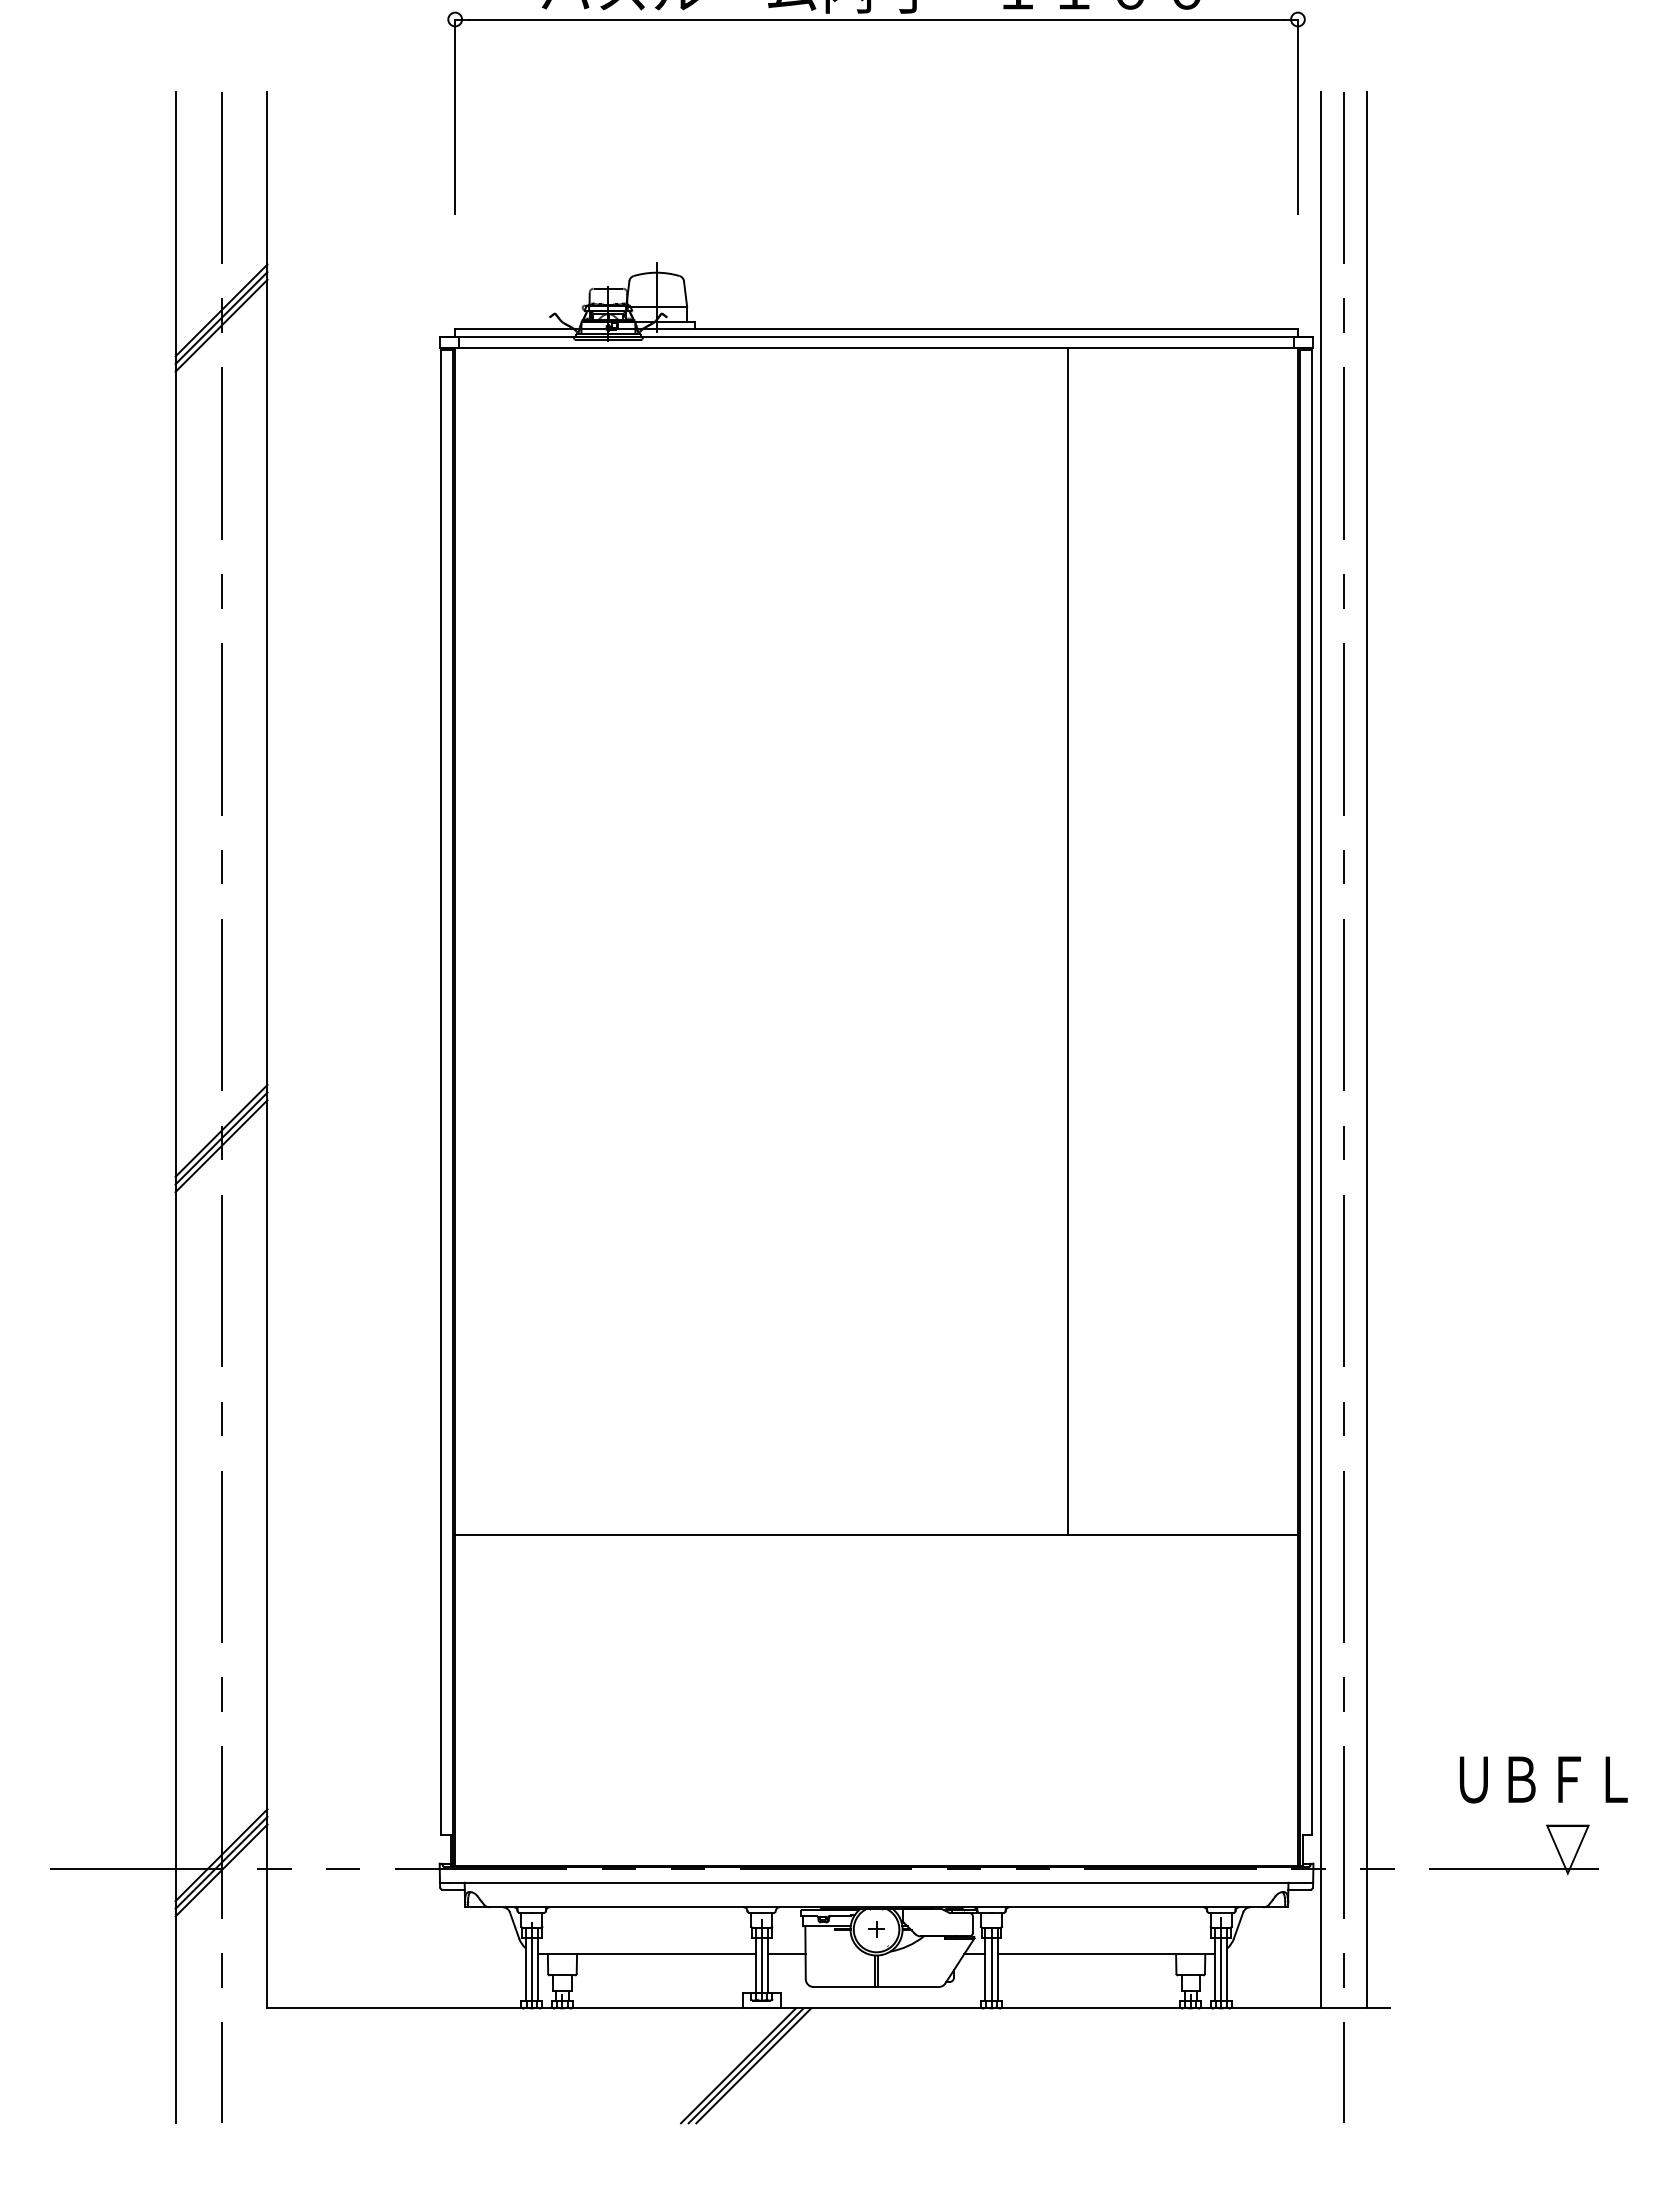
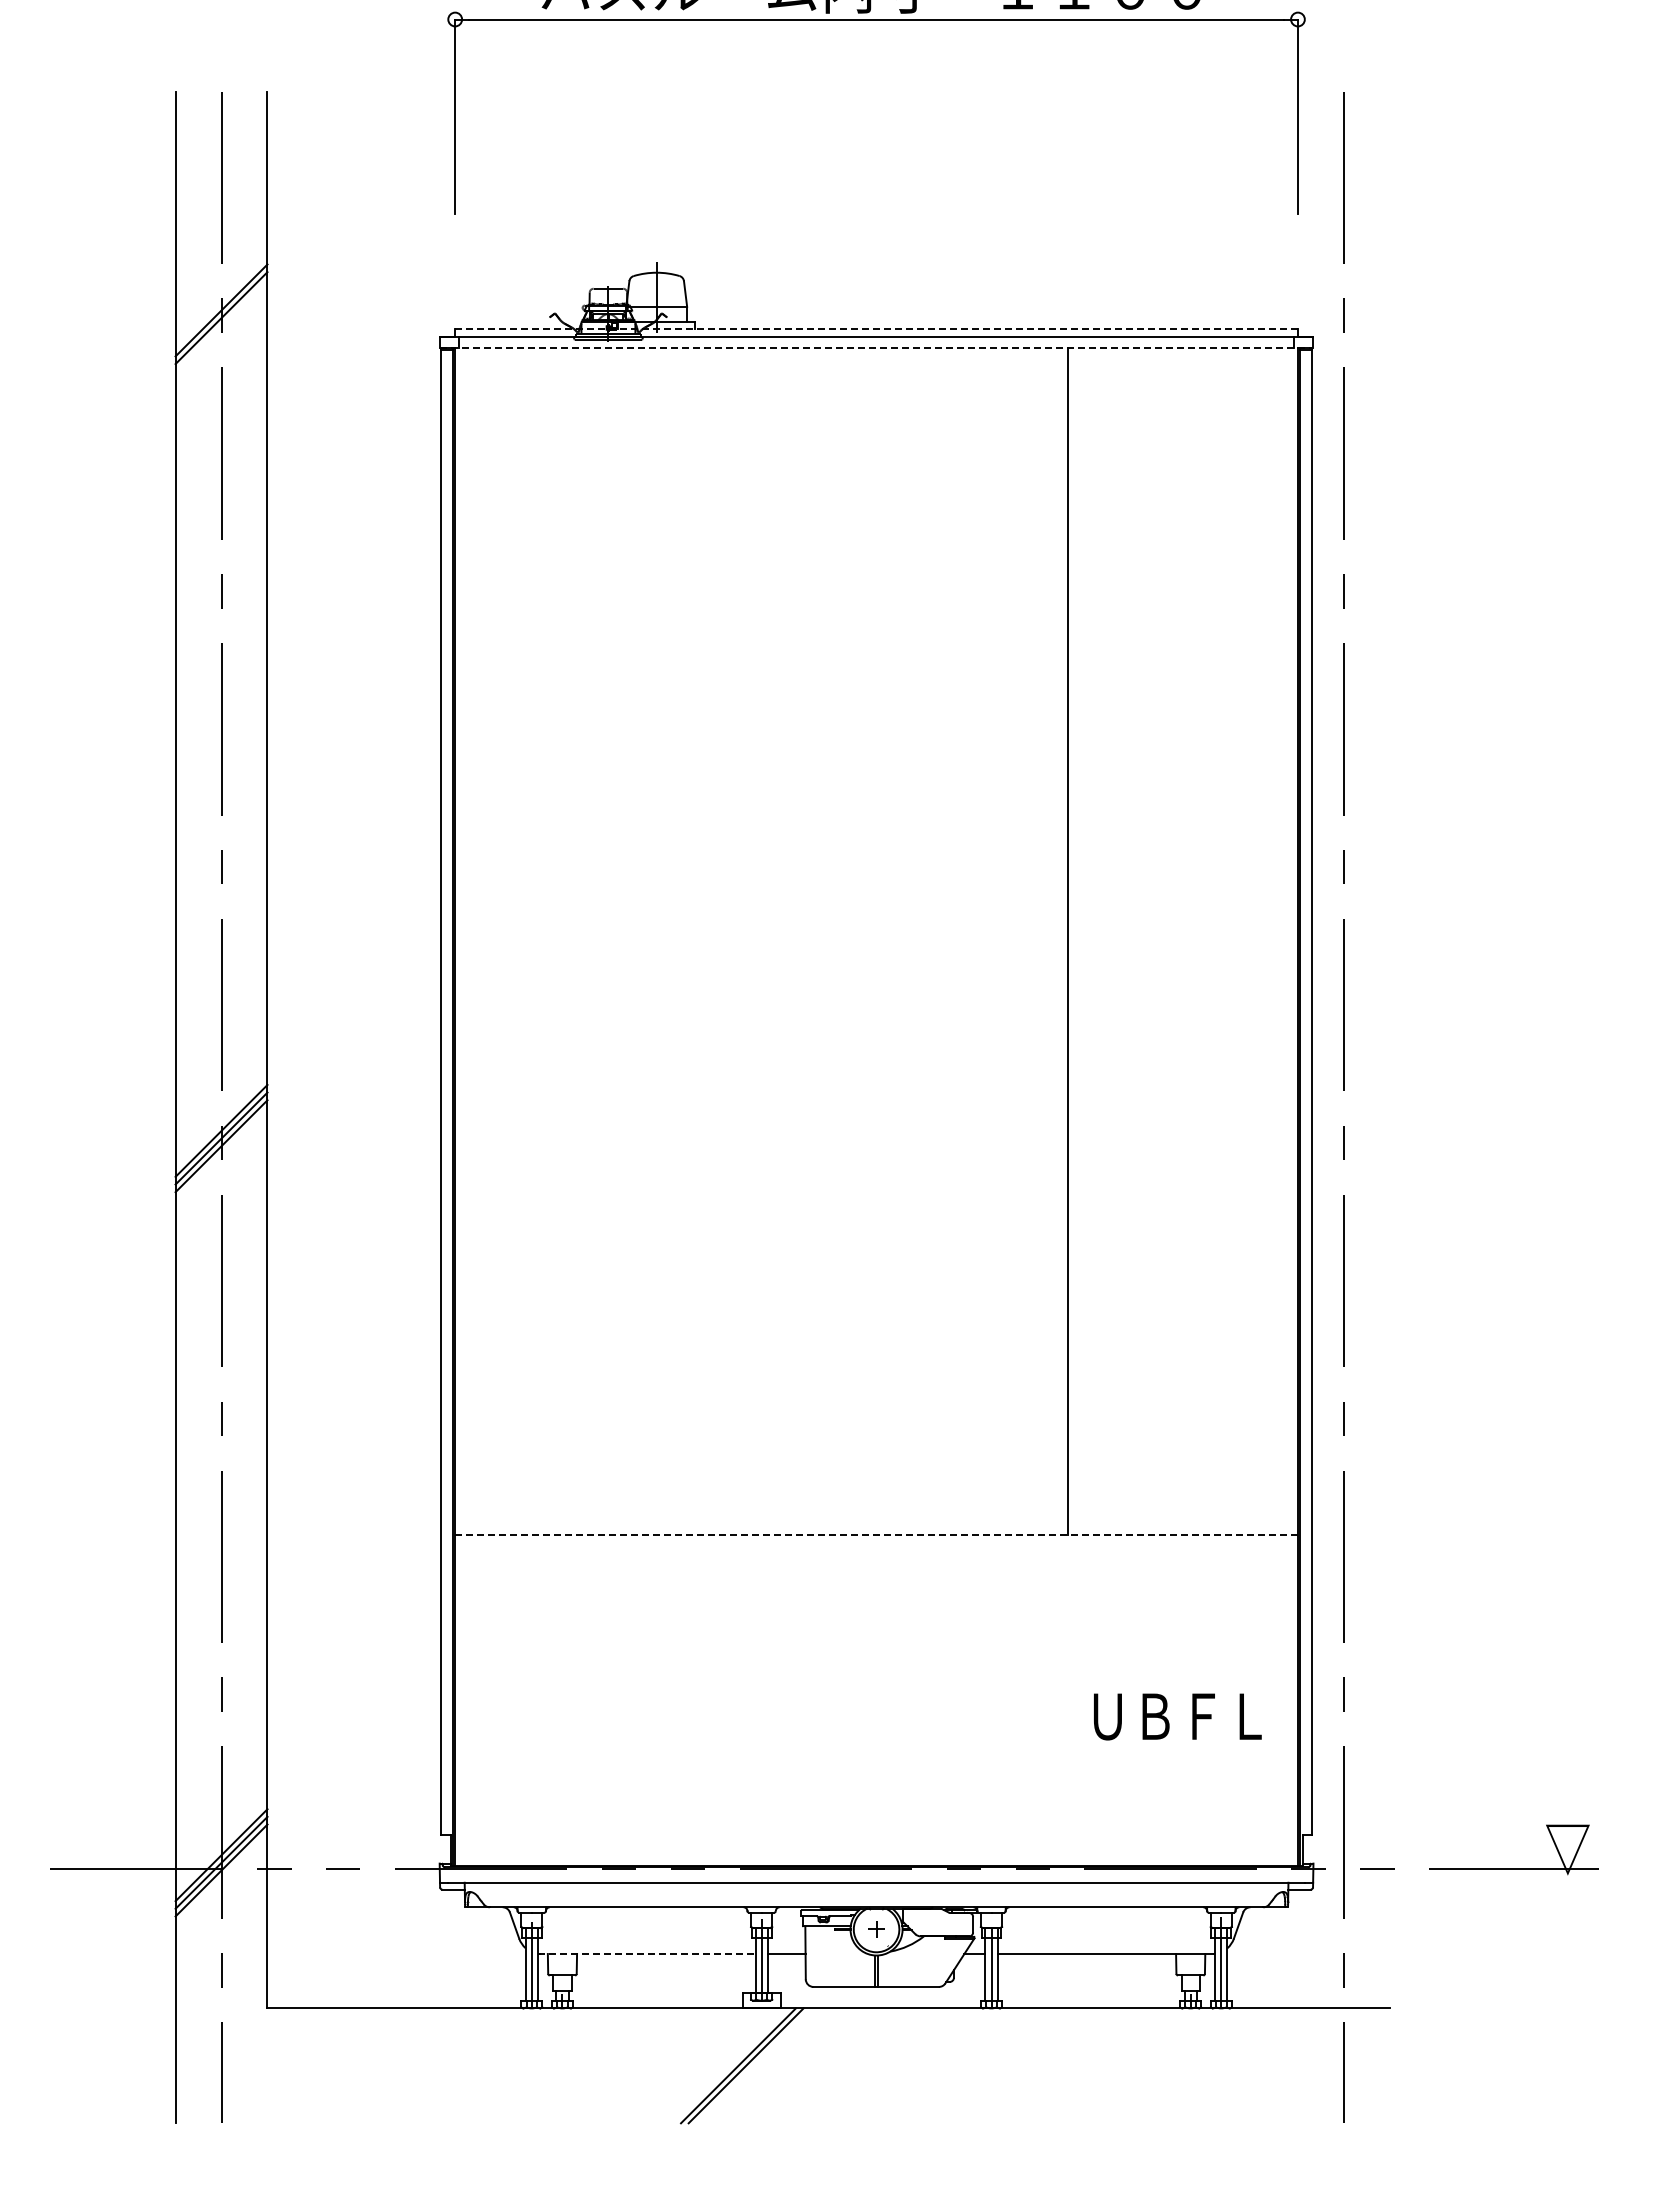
line at (221, 325): present -> none
line at (877, 329): solid -> dashed
line at (876, 348): solid -> dashed
line at (1320, 1049): present -> none
line at (1366, 1049): present -> none
line at (876, 1534): solid -> dashed
text at (1543, 1779) position: (1543, 1779) -> (1177, 1716)
line at (646, 1954): solid -> dashed
line at (753, 2065): present -> none
